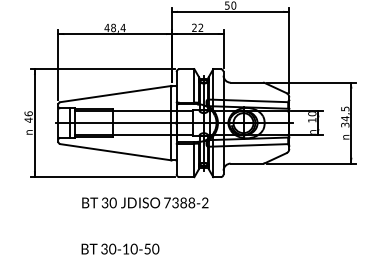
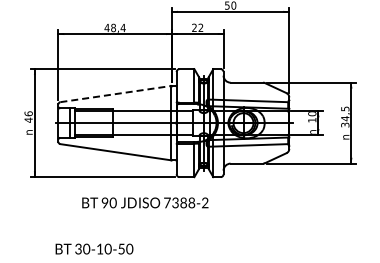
line at (116, 94): solid -> dashed
text at (104, 203): 30 -> 90
text at (120, 248) position: (120, 248) -> (94, 248)
